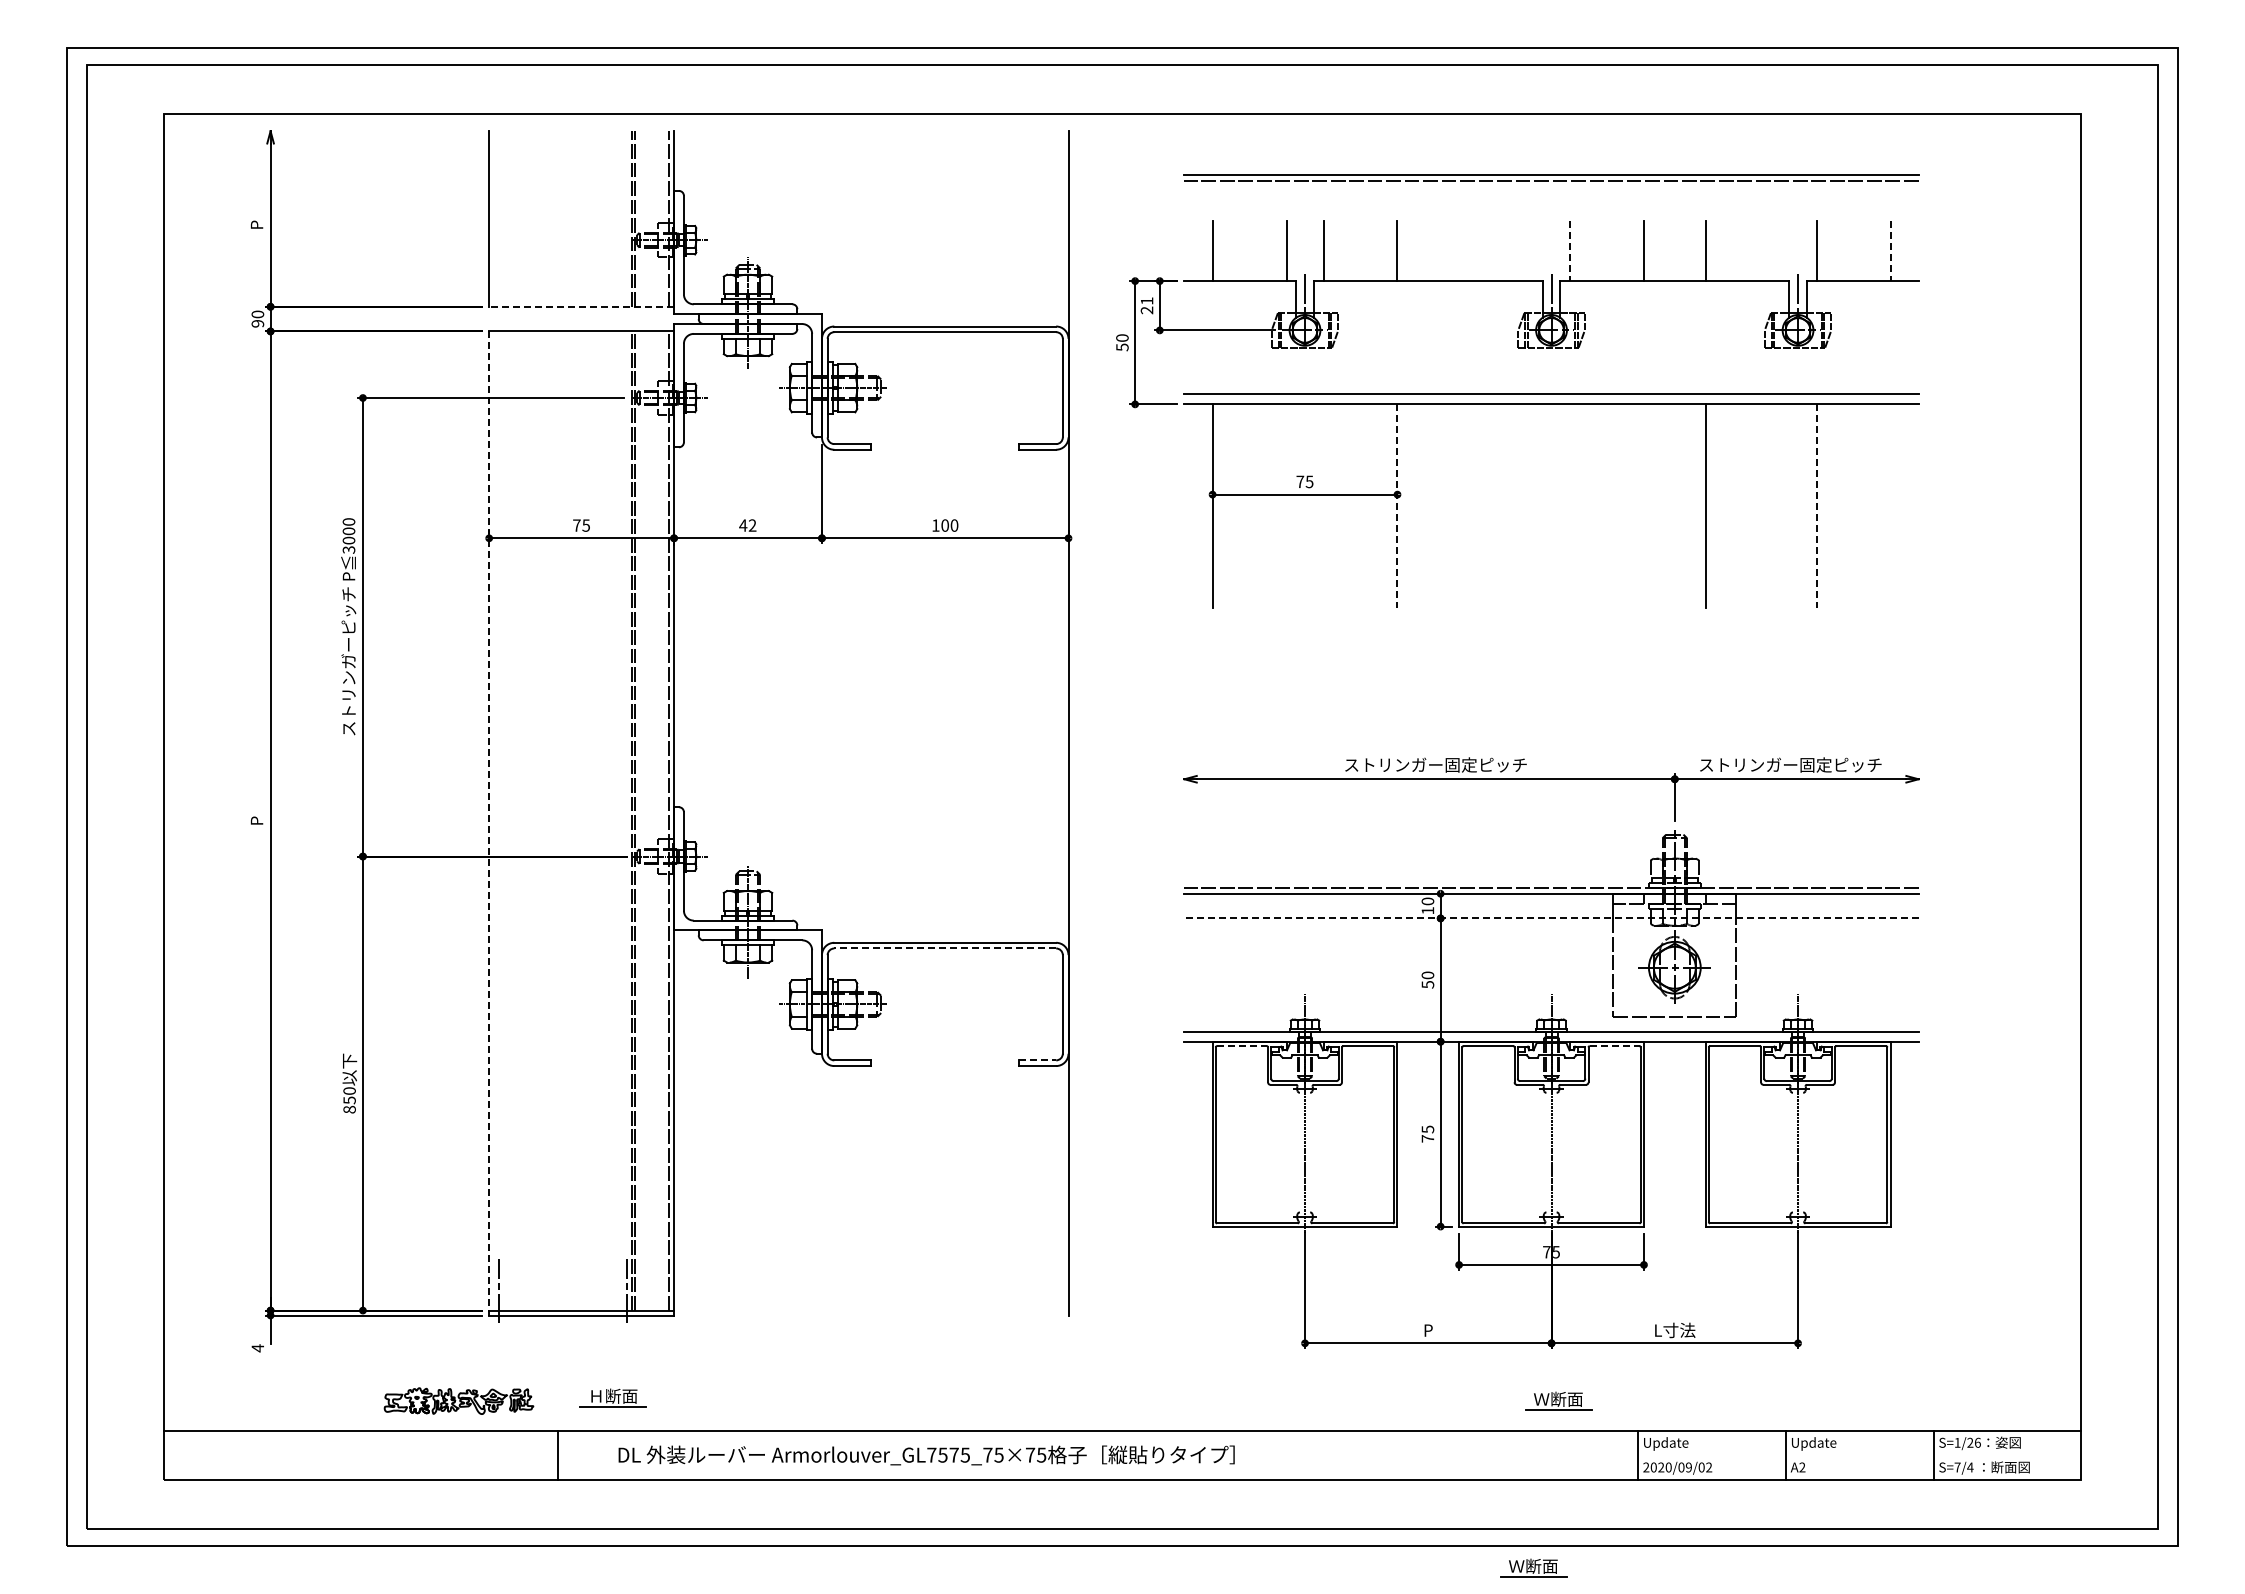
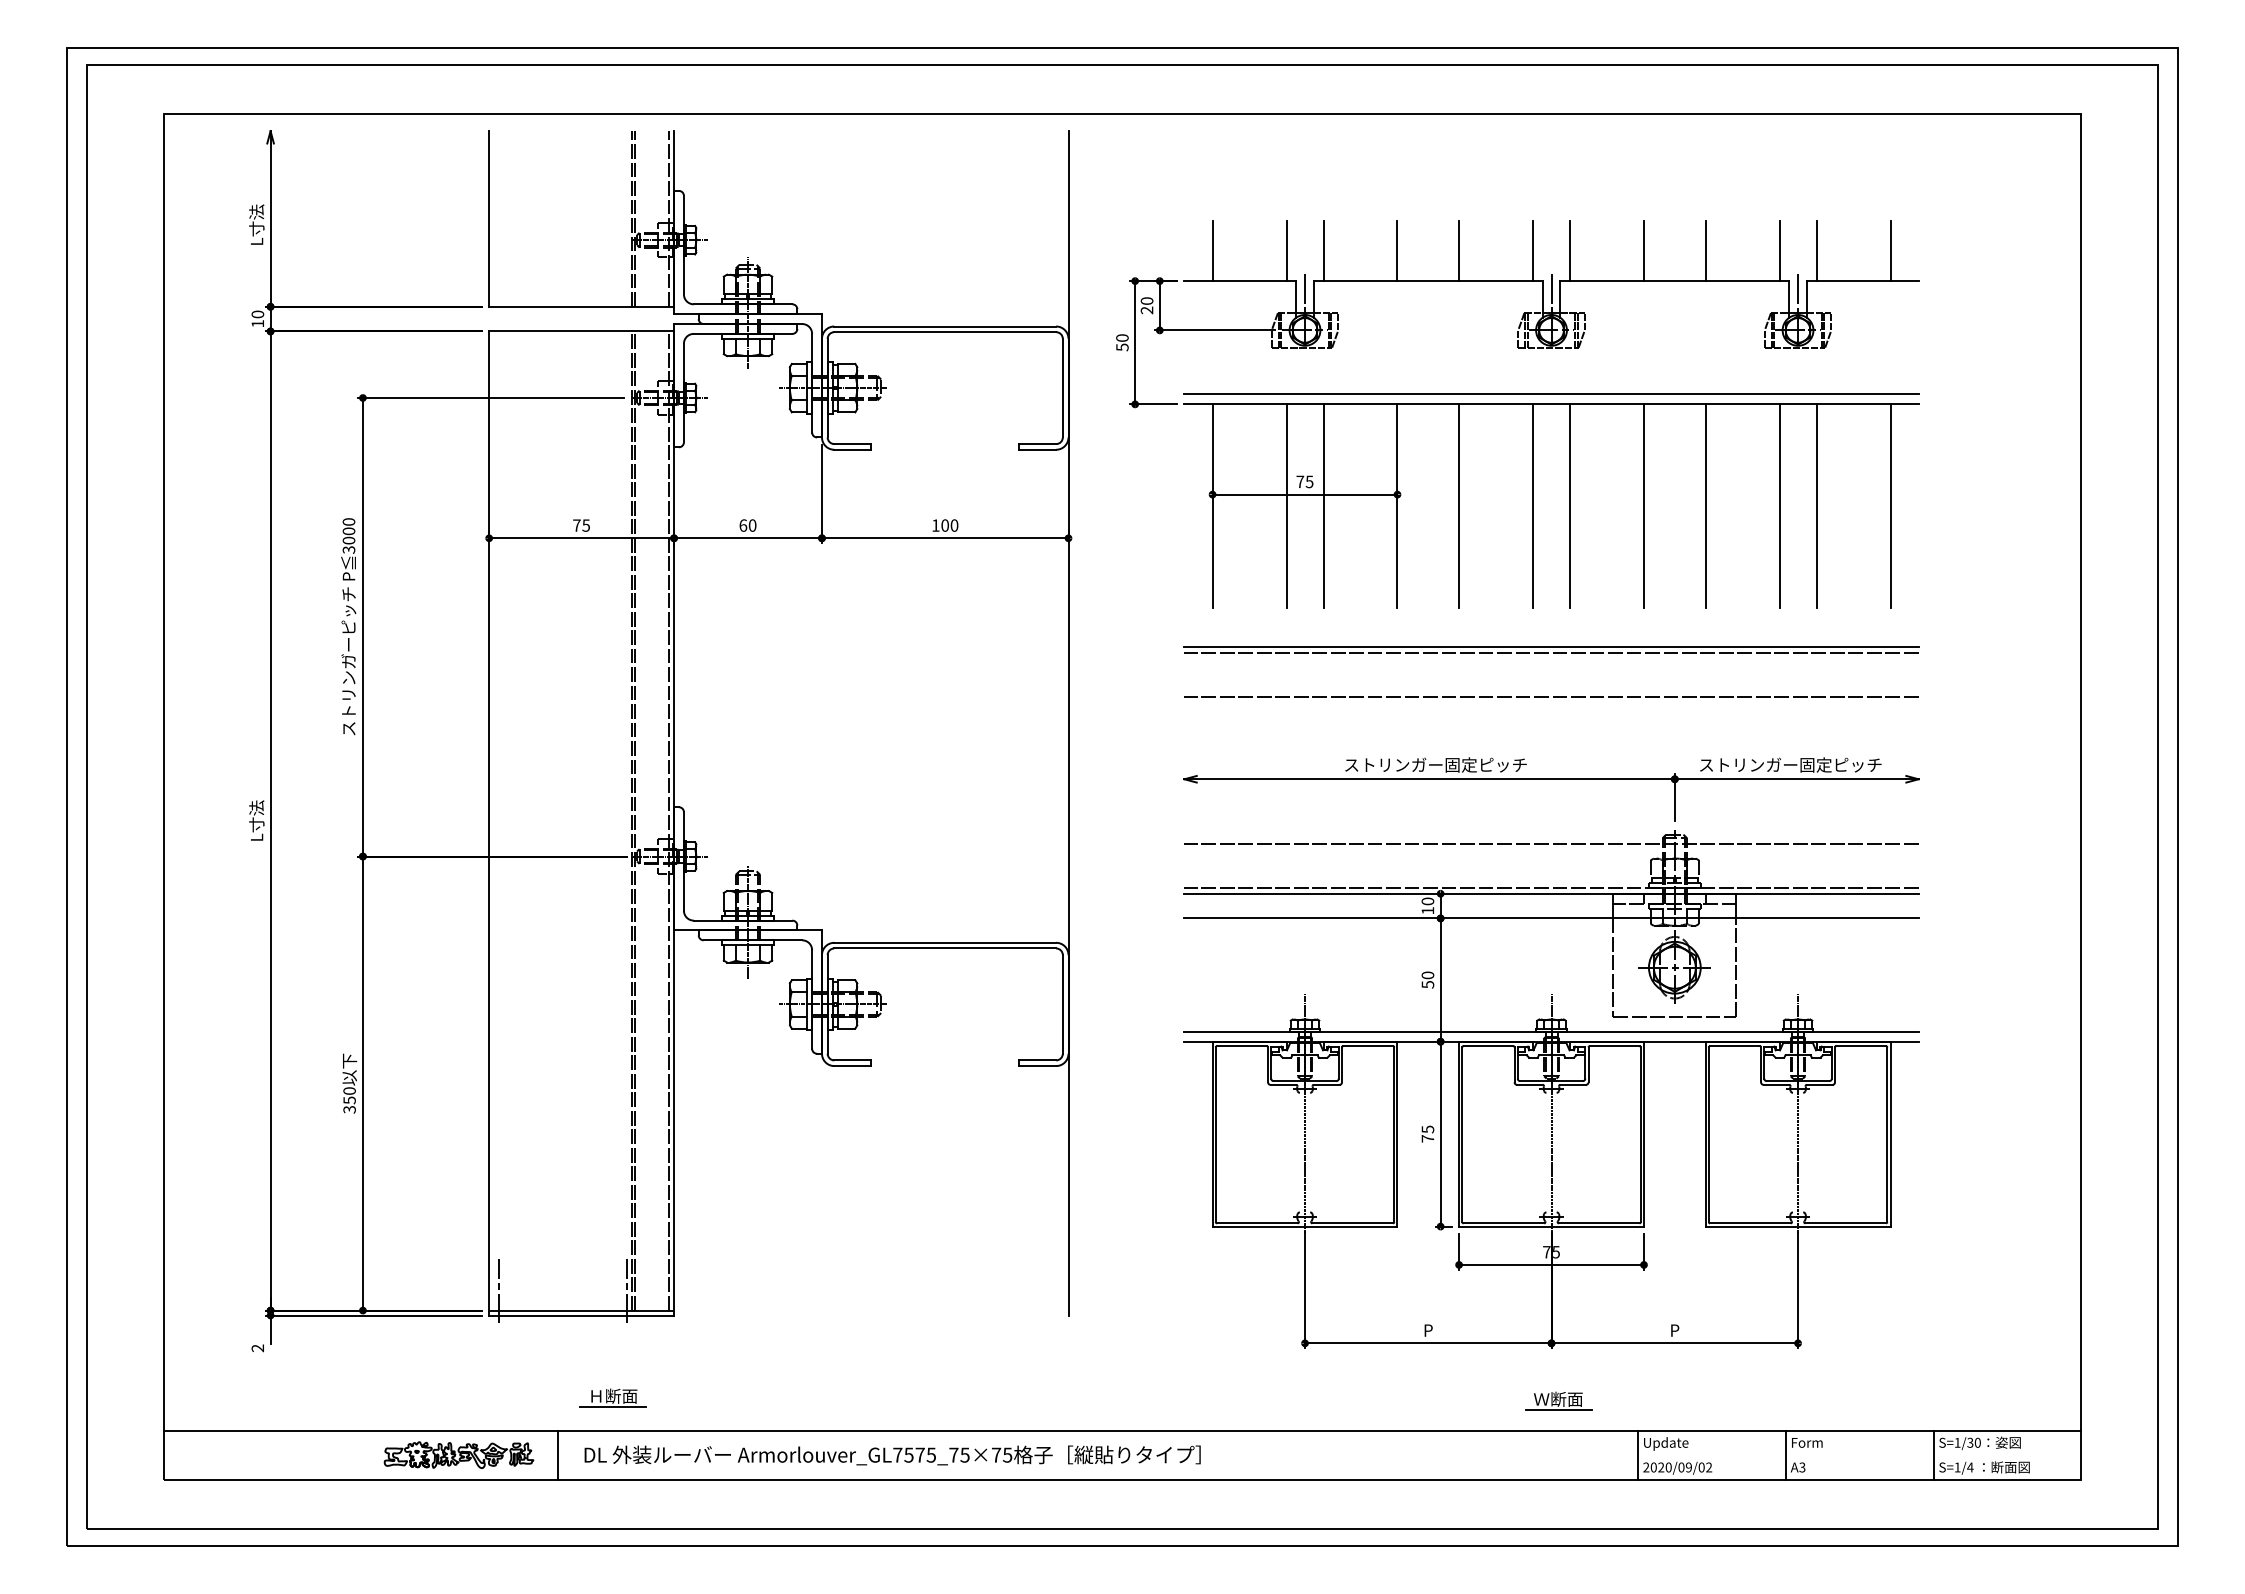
part at (1551, 177) position: (1551, 177) -> (1551, 649)
text at (256, 224): P -> L寸法
line at (1459, 251): none -> present
line at (1533, 251): none -> present
line at (1570, 251): dashed -> solid
line at (1779, 251): none -> present
line at (1890, 251): dashed -> solid
text at (1146, 300): 21 -> 20
line at (581, 306): dashed -> solid
text at (257, 323): 90 -> 10
line at (1286, 505): none -> present
line at (1323, 505): none -> present
line at (1459, 505): none -> present
line at (1533, 505): none -> present
line at (1570, 505): none -> present
line at (1643, 505): none -> present
line at (1779, 505): none -> present
line at (1890, 505): none -> present
line at (1397, 506): dashed -> solid
line at (1816, 506): dashed -> solid
text at (747, 525): 42 -> 60
line at (1551, 696): none -> present
text at (256, 820): P -> L寸法
line at (489, 823): dashed -> solid
line at (1551, 844): none -> present
line at (1551, 918): dashed -> solid
line at (945, 948): dashed -> solid
line at (1241, 1046): dashed -> solid
line at (1614, 1046): dashed -> solid
line at (1038, 1060): dashed -> solid
text at (349, 1109): 850 -> 350
text at (1675, 1330): L寸法 -> P
text at (257, 1348): 4 -> 2
part at (458, 1400) position: (458, 1400) -> (458, 1454)
text at (1973, 1442): S=1/26 -> S=1/30
text at (1814, 1443): Update -> Form
text at (926, 1455) position: (926, 1455) -> (892, 1455)
text at (1802, 1467): A2 -> A3
text at (1957, 1467): S=7/4 -> S=1/4
part at (1533, 1567): present -> none
